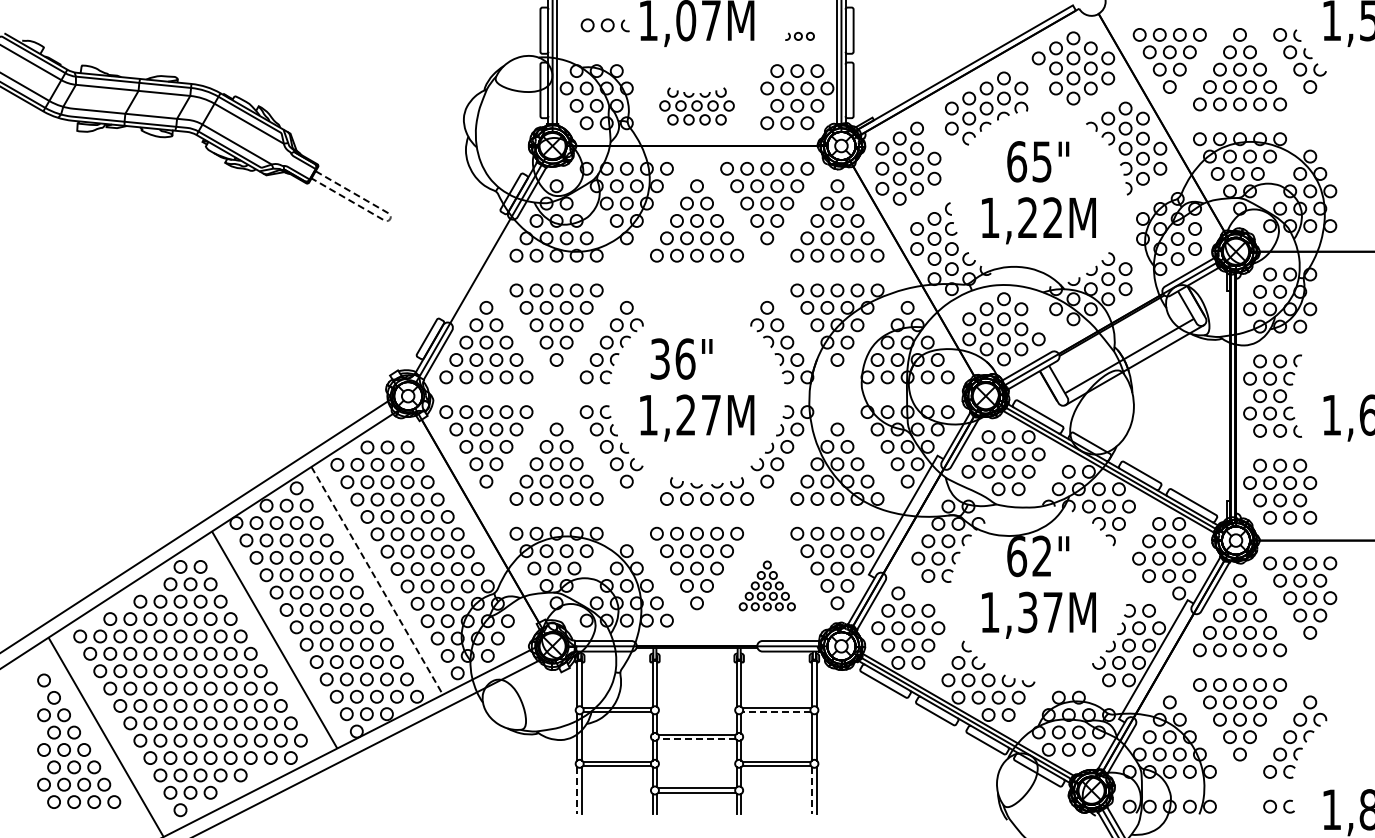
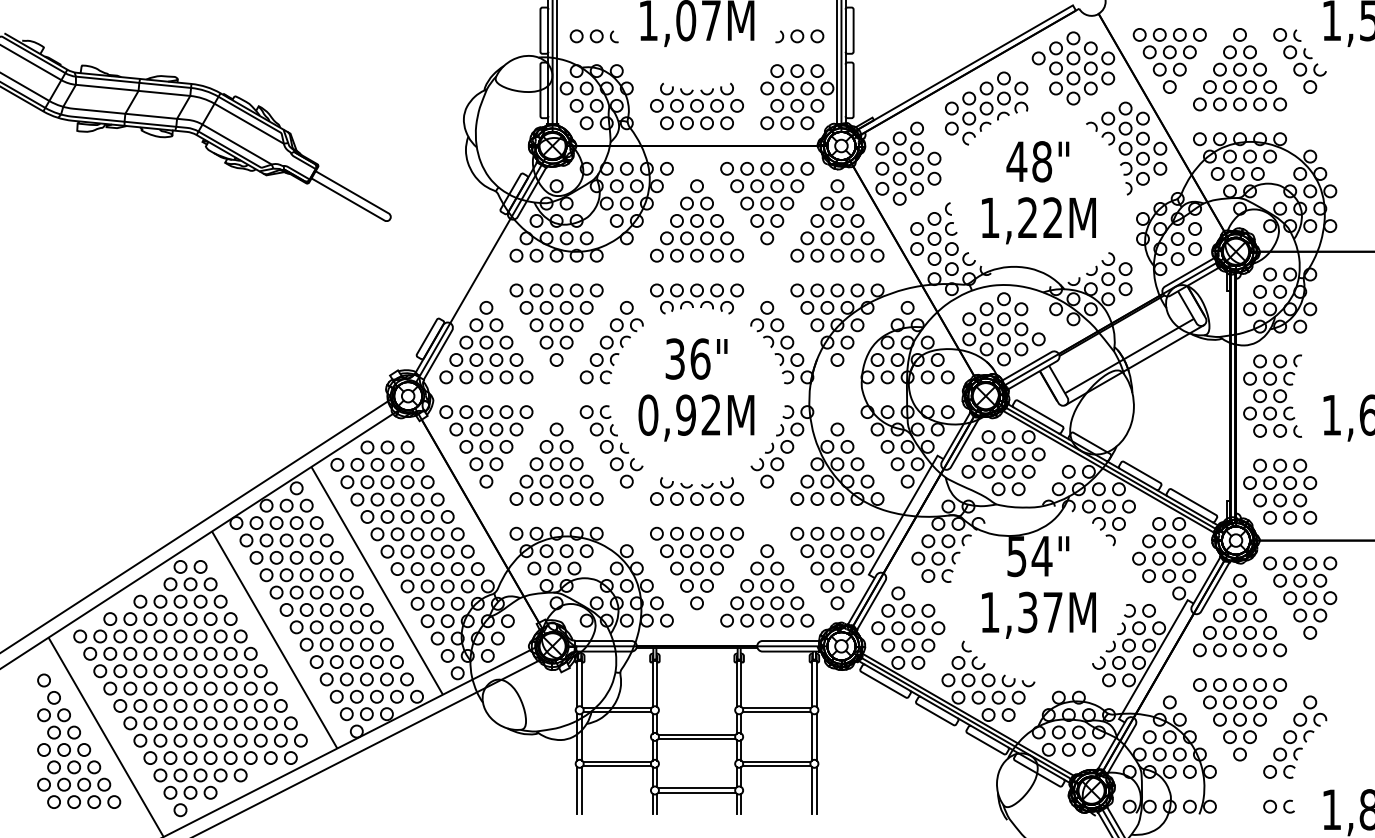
part at (604, 25) position: (604, 25) -> (593, 36)
part at (799, 35) size: 30x10 px -> 50x15 px
part at (696, 106) size: 76x39 px -> 94x49 px
text at (1029, 161): 65" -> 48"
line at (390, 219): dashed -> solid
part at (696, 298): none -> present
text at (681, 358) position: (681, 358) -> (696, 358)
text at (679, 414): 1,27M -> 0,92M
part at (706, 491) position: (706, 491) -> (696, 491)
text at (1029, 556): 62" -> 54"
line at (377, 581): dashed -> solid
part at (766, 585) size: 58x52 px -> 95x84 px
line at (776, 712): dashed -> solid
line at (697, 739): dashed -> solid
line at (577, 790): dashed -> solid
line at (812, 790): dashed -> solid
